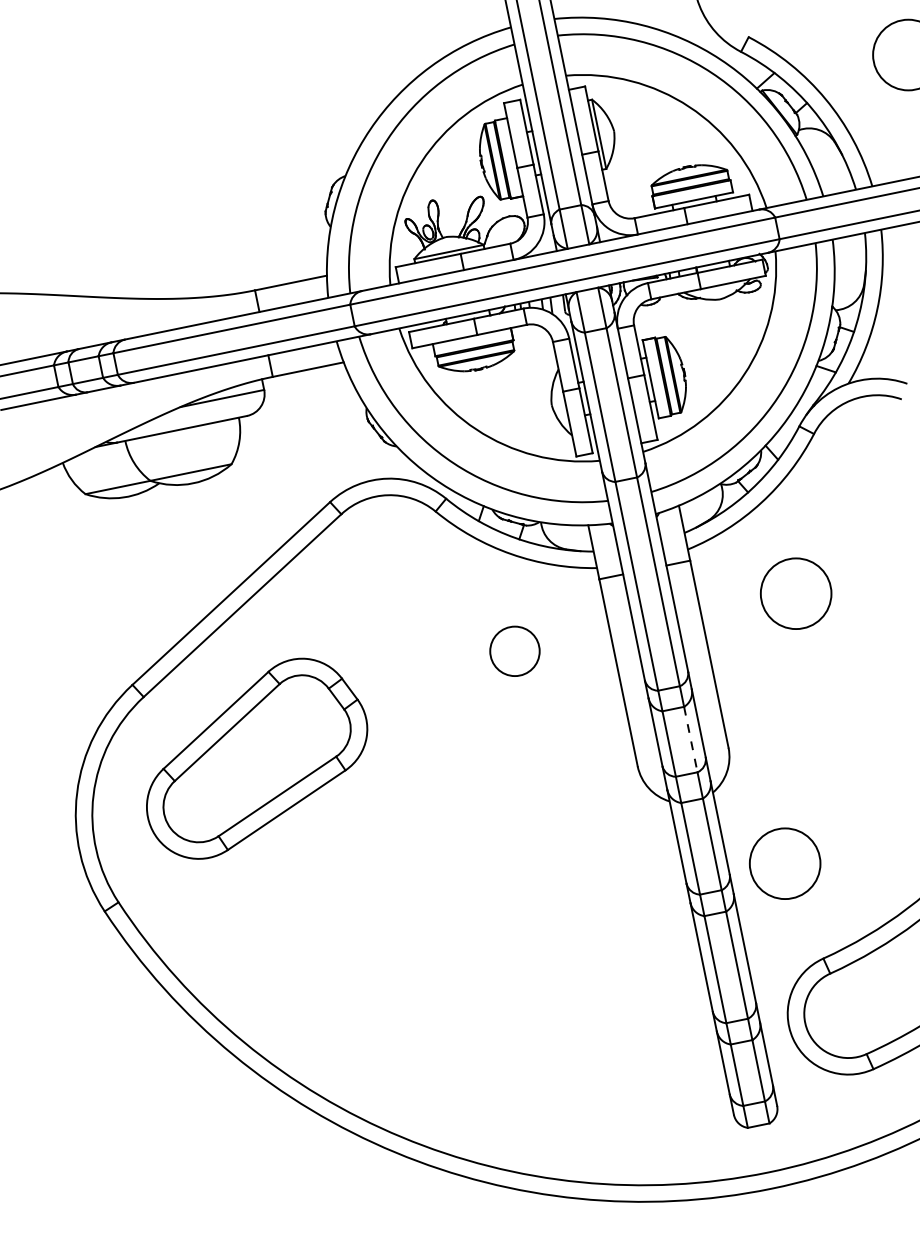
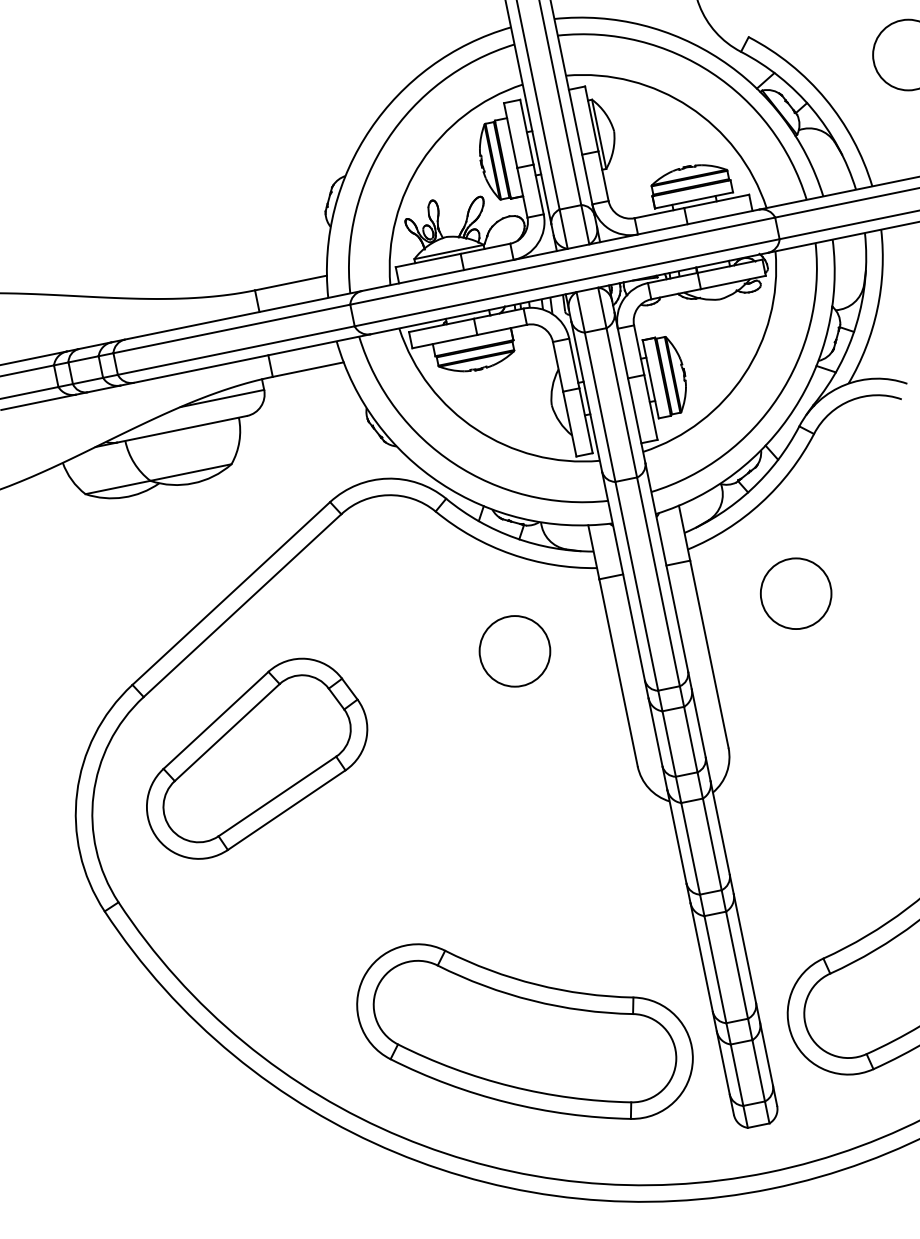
circle at (514, 651) diameter: 49 px -> 71 px
line at (690, 740): dashed -> solid
circle at (785, 863): present -> none
part at (524, 1031): none -> present
